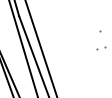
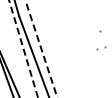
line at (41, 48): solid -> dashed
line at (23, 49): solid -> dashed
